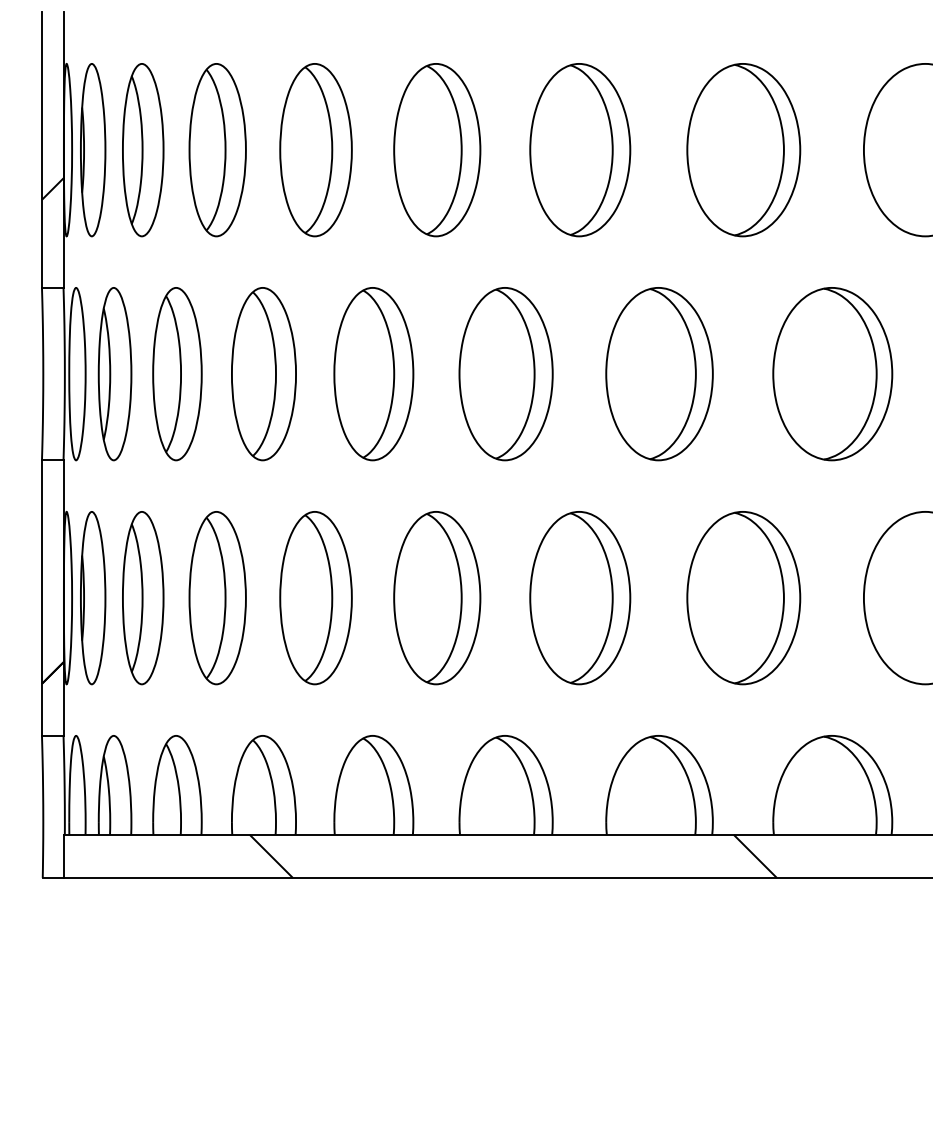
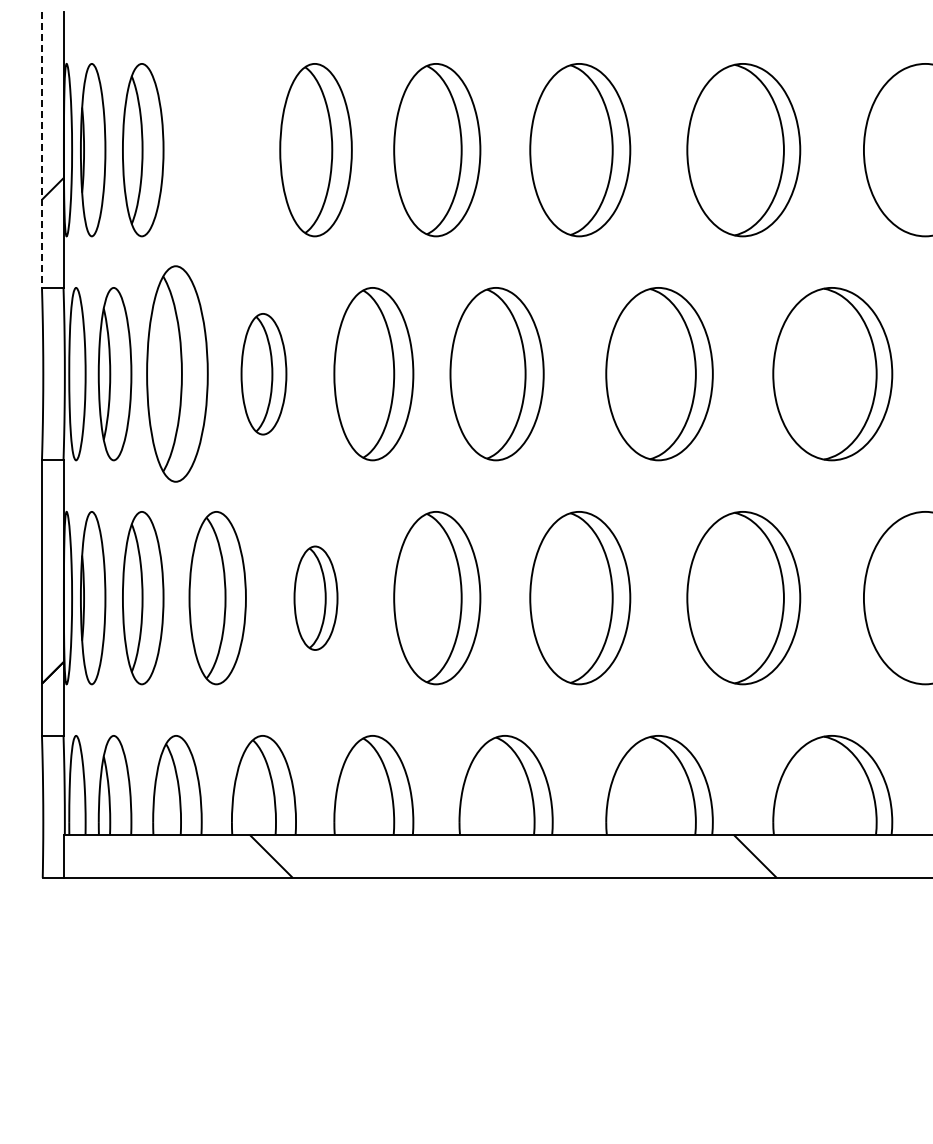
line at (41, 150): solid -> dashed
part at (217, 150): present -> none
part at (177, 374) size: 51x175 px -> 63x218 px
part at (263, 374) size: 66x175 px -> 48x123 px
part at (505, 374) position: (505, 374) -> (496, 374)
part at (315, 598) size: 74x175 px -> 46x106 px
